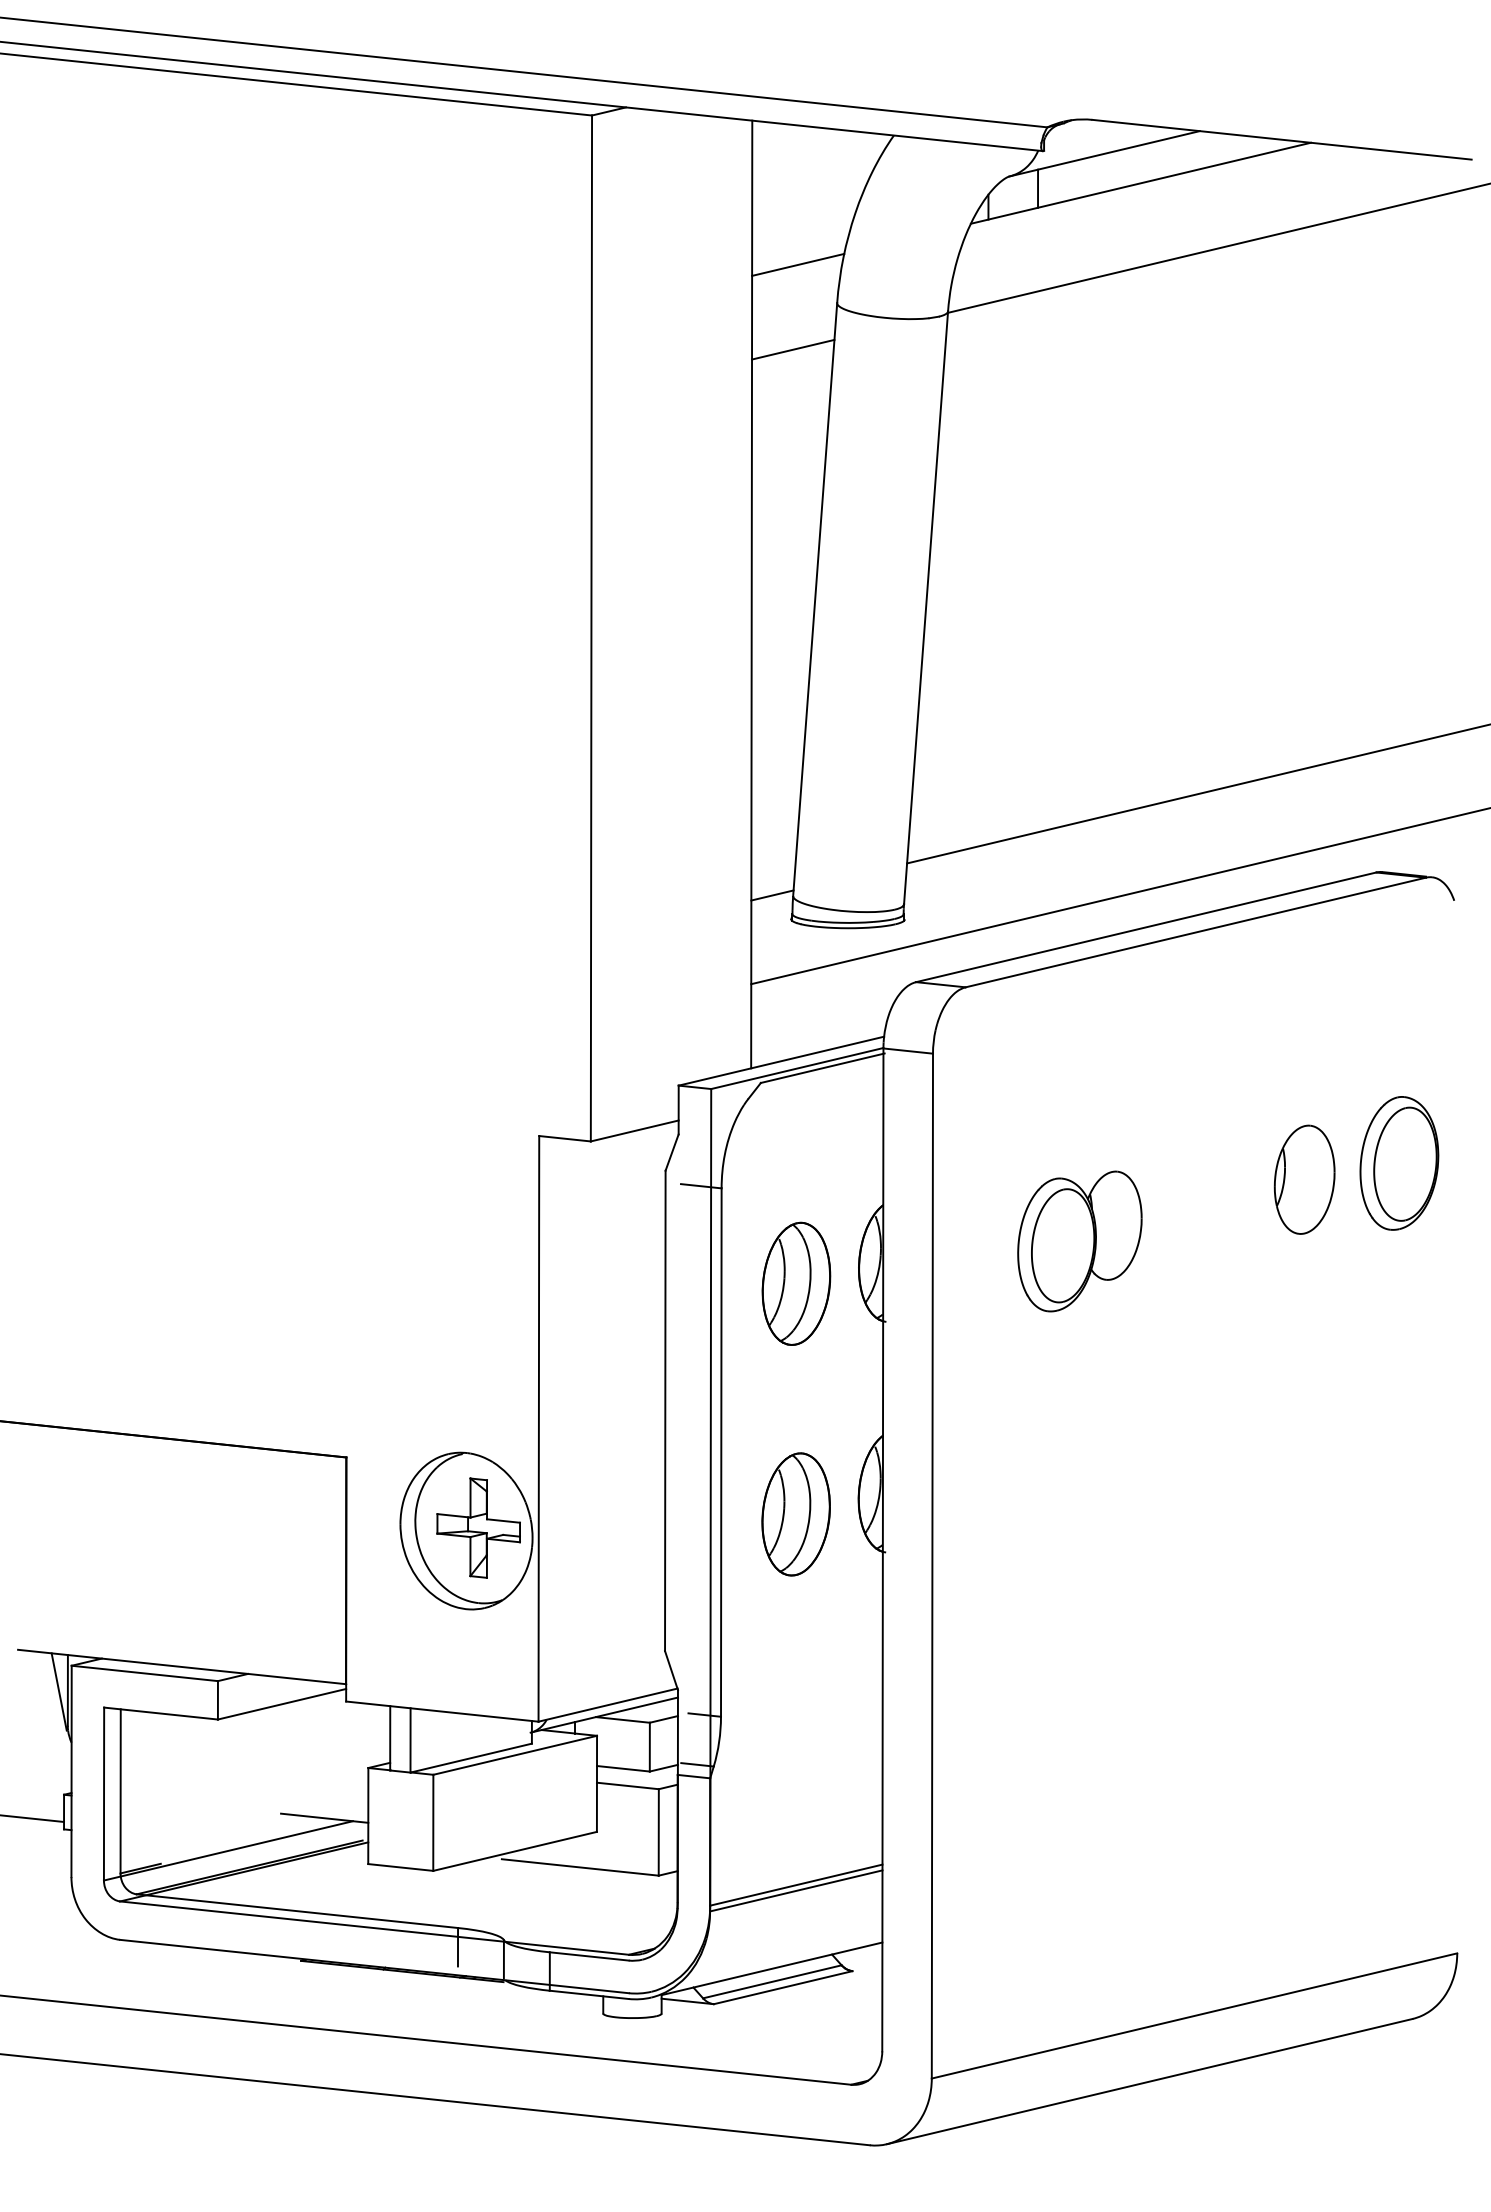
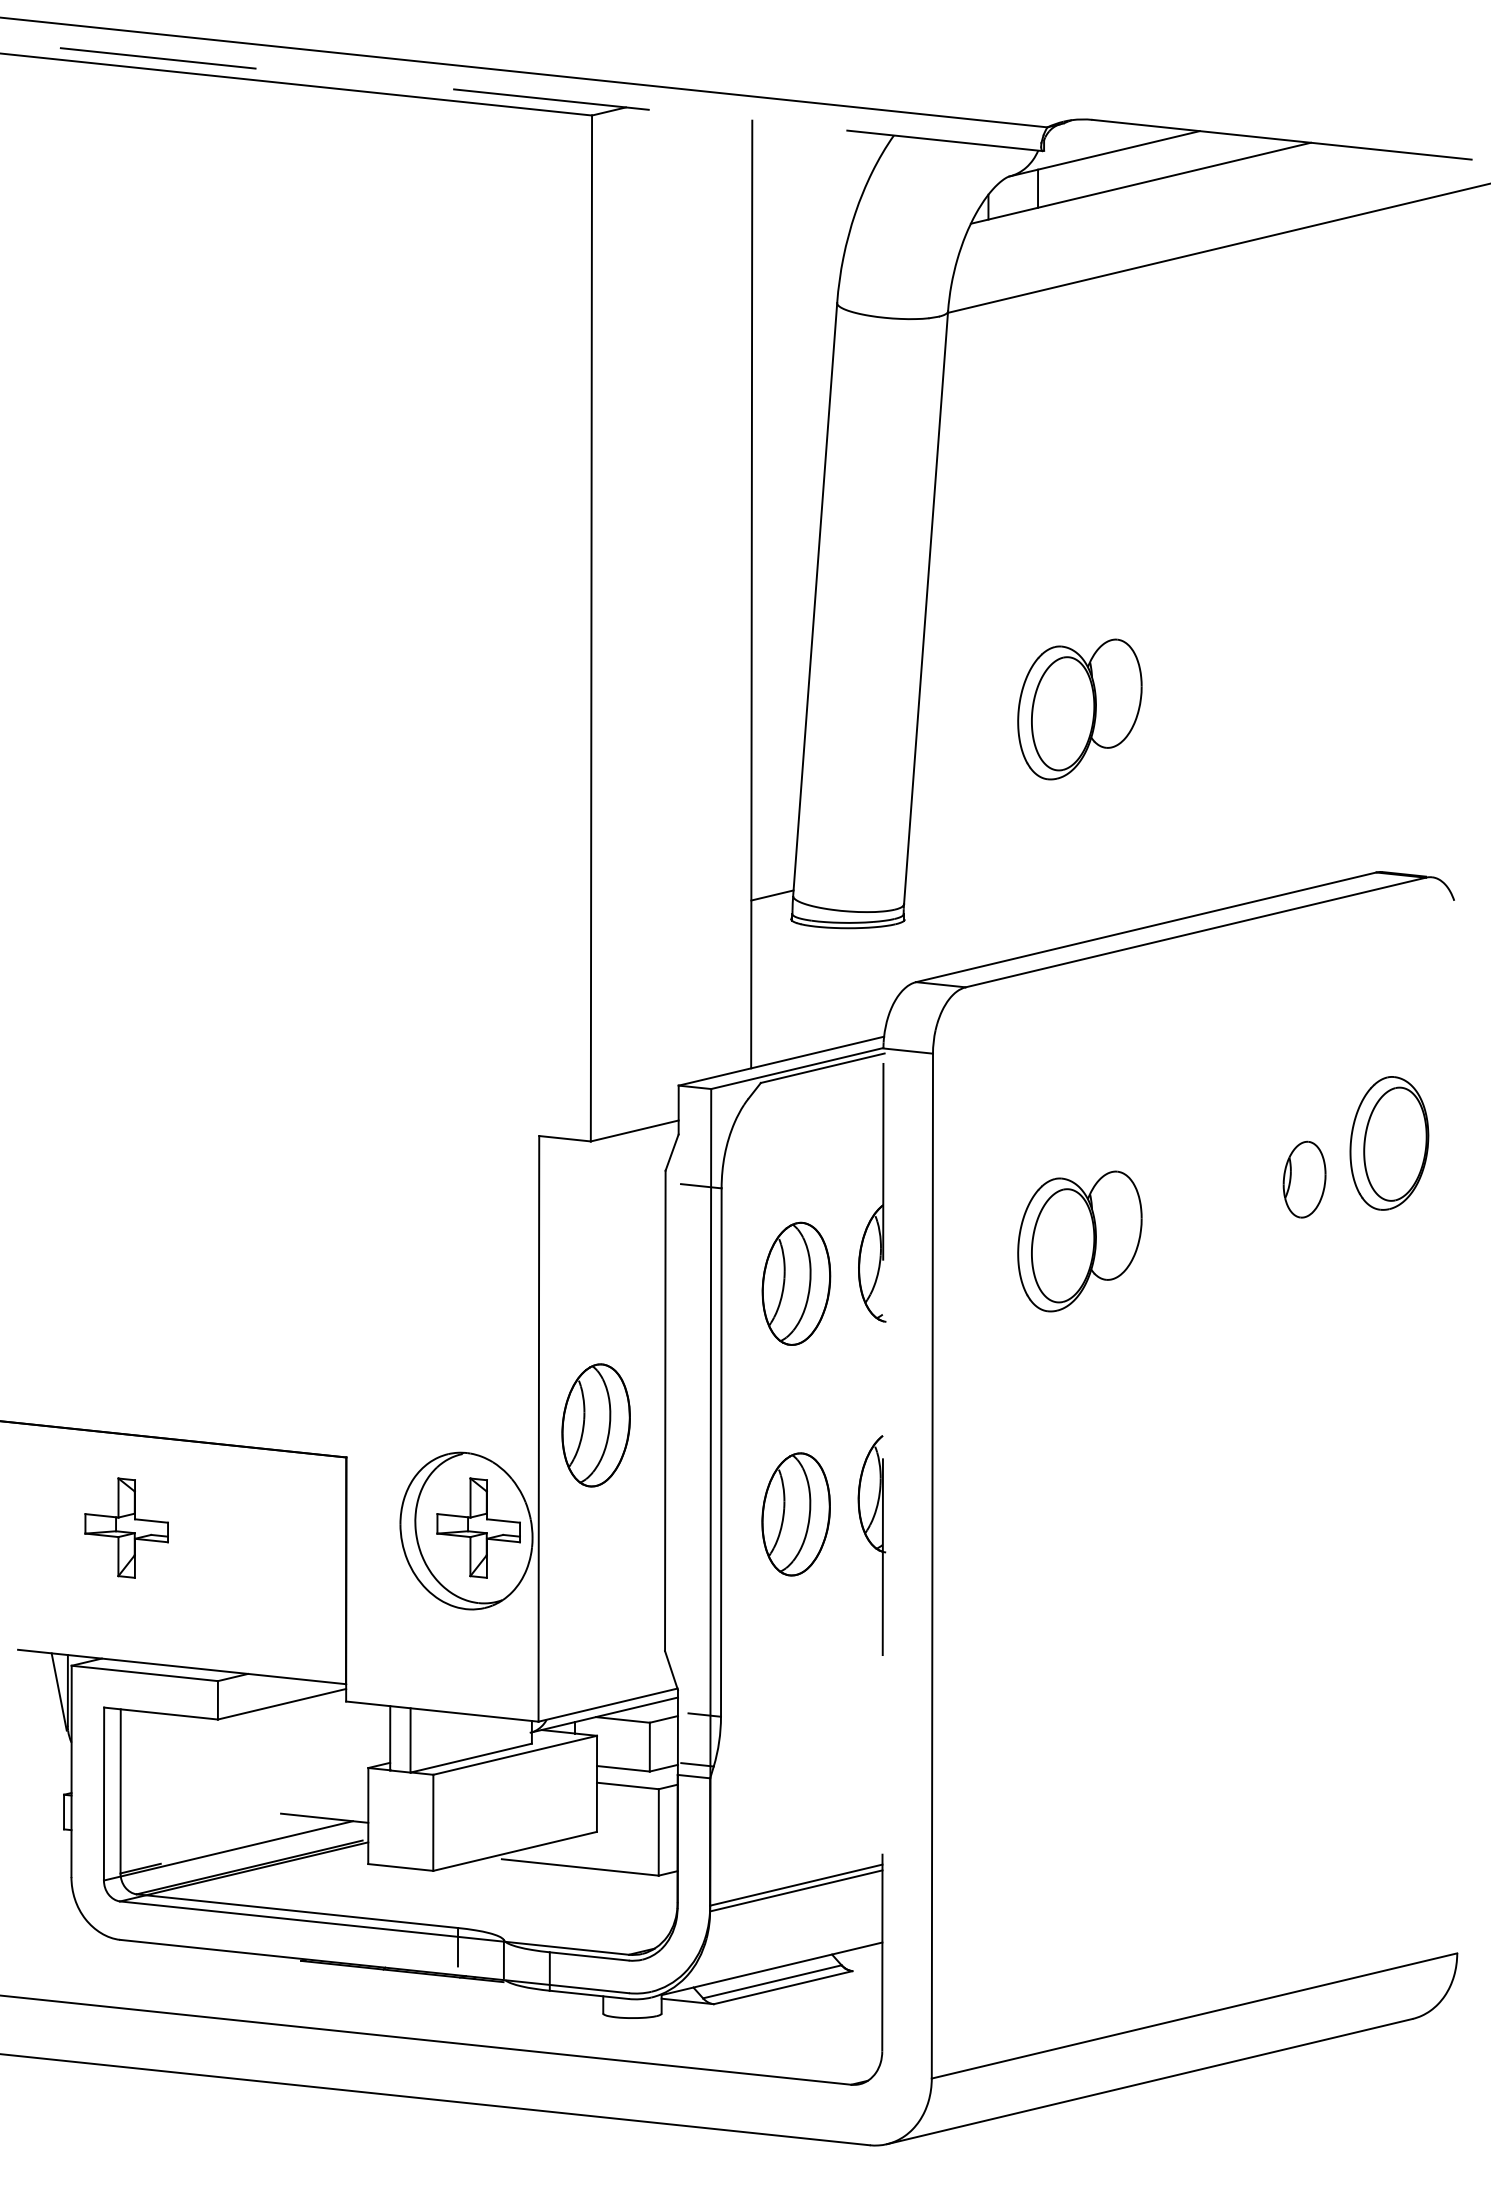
line at (521, 96): solid -> dashed
line at (798, 264): present -> none
line at (793, 349): present -> none
part at (1079, 709): none -> present
line at (1197, 794): present -> none
line at (1119, 896): present -> none
part at (1399, 1163) position: (1399, 1163) -> (1389, 1143)
part at (1304, 1179) size: 63x111 px -> 45x79 px
part at (595, 1425): none -> present
part at (126, 1527): none -> present
line at (882, 1549): solid -> dashed
line at (33, 1818): present -> none
